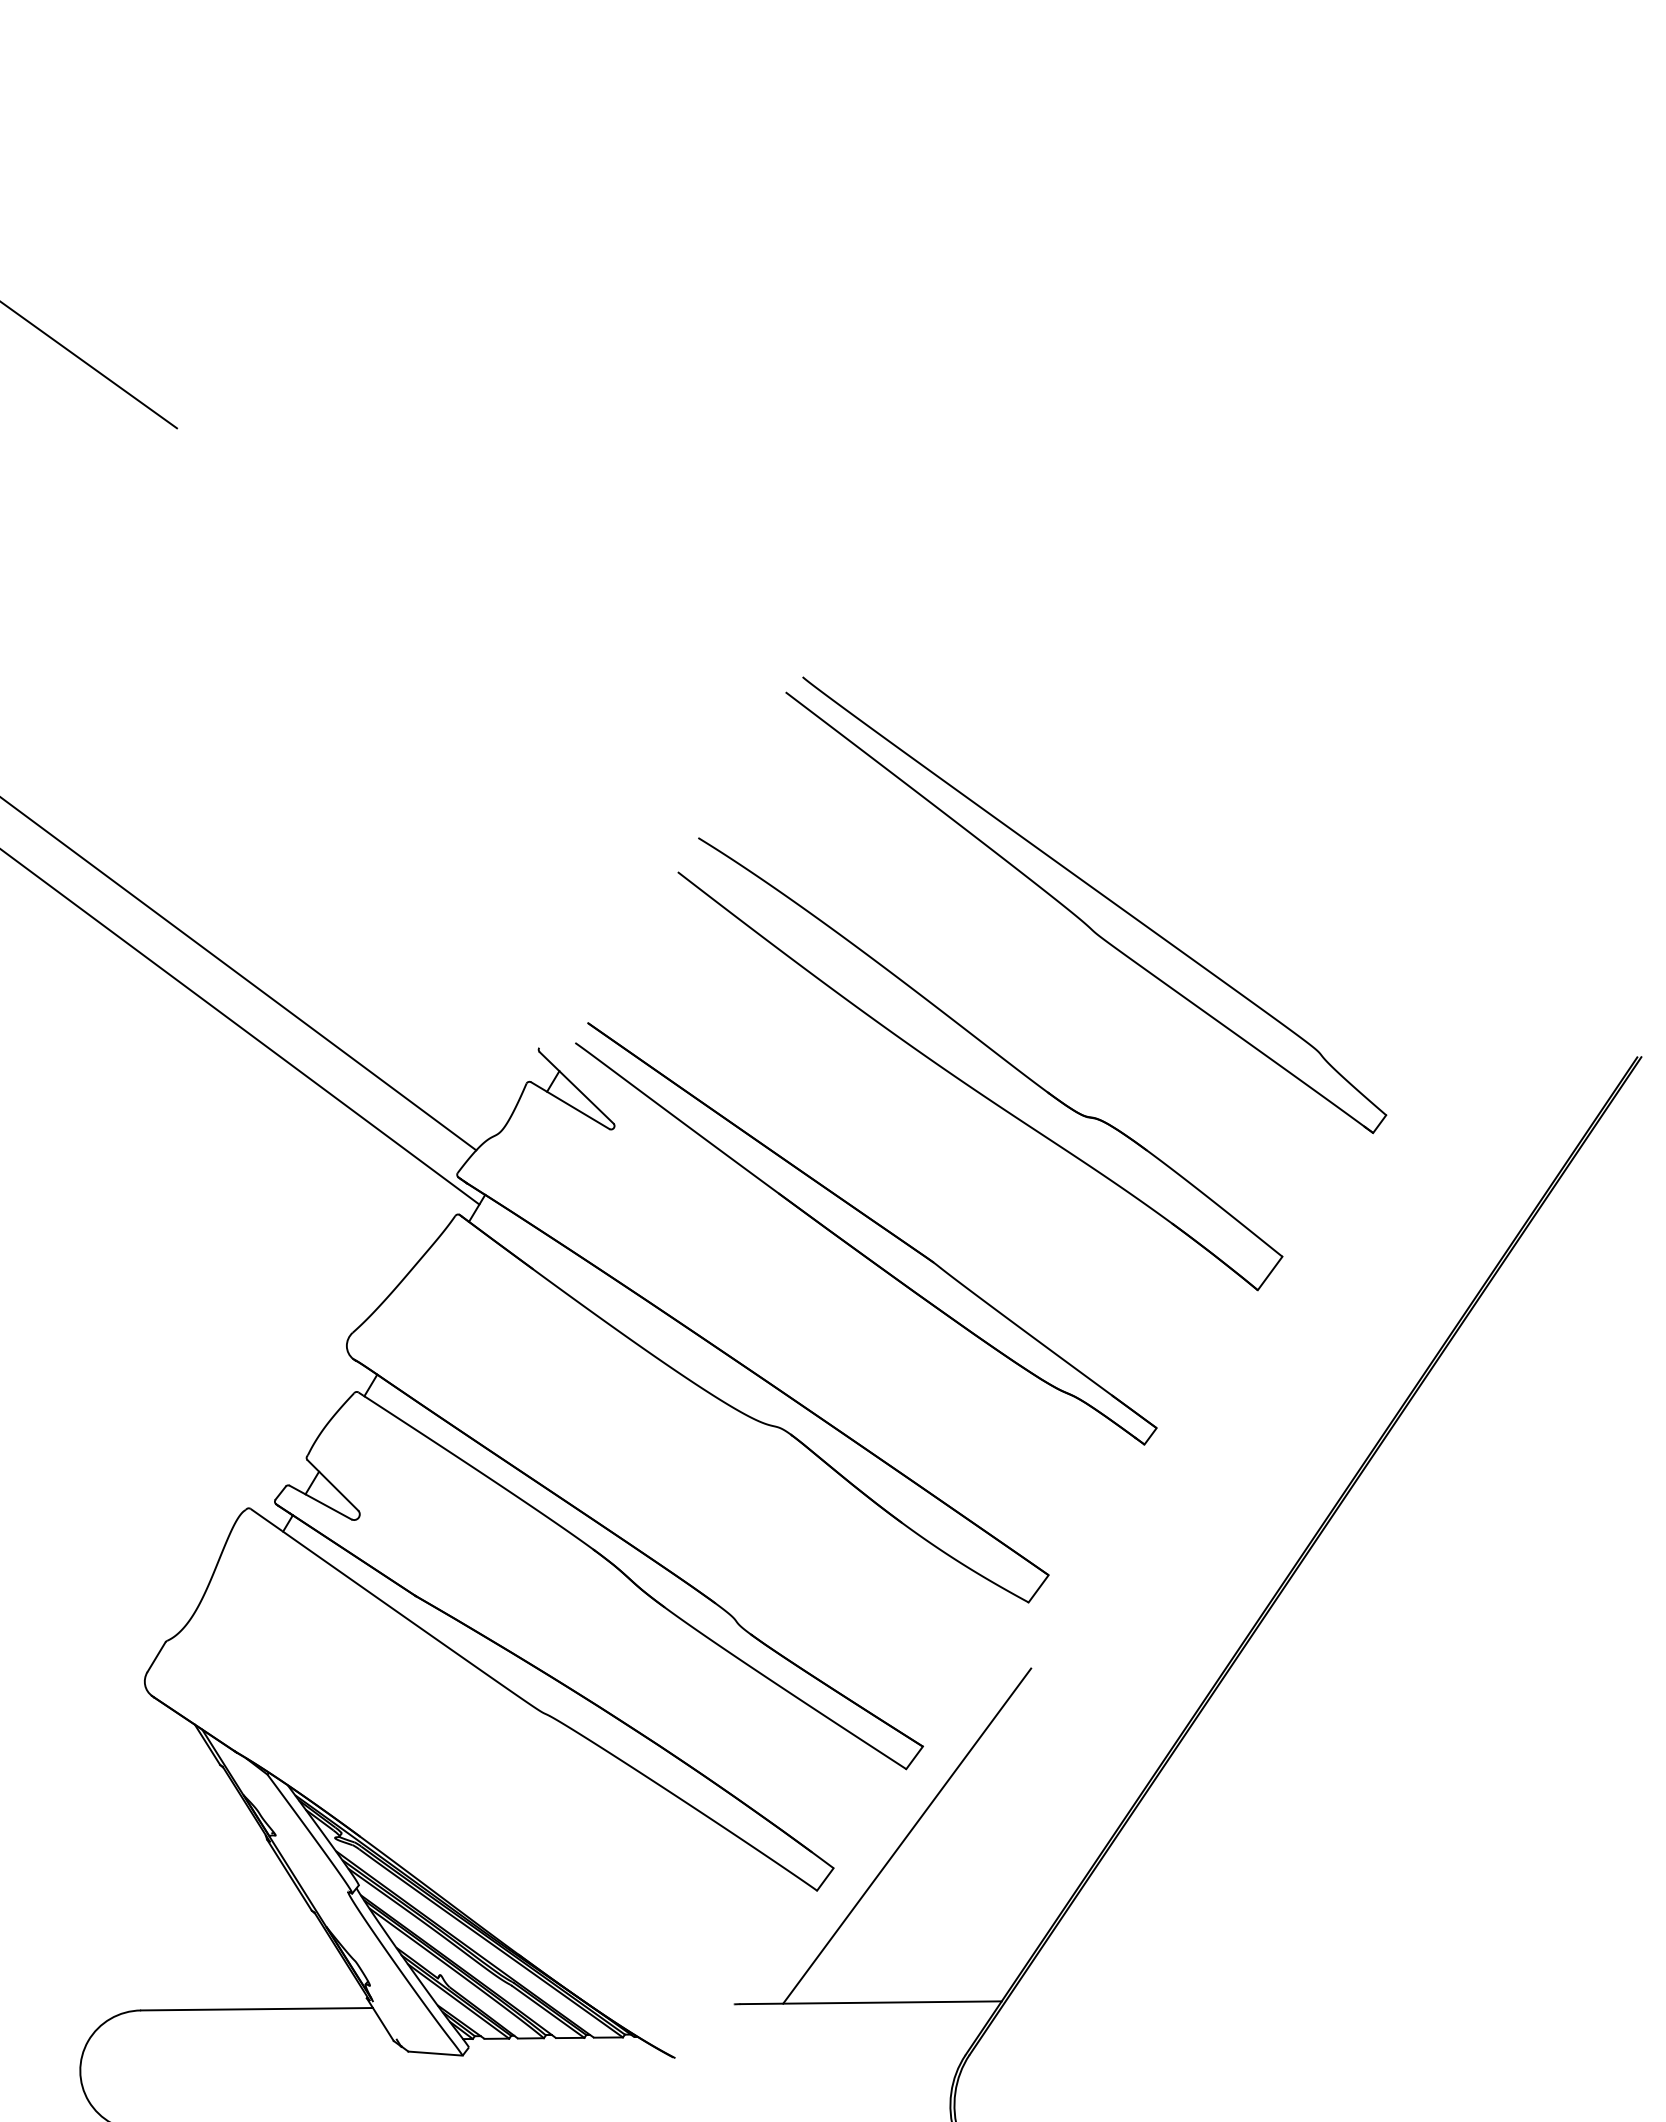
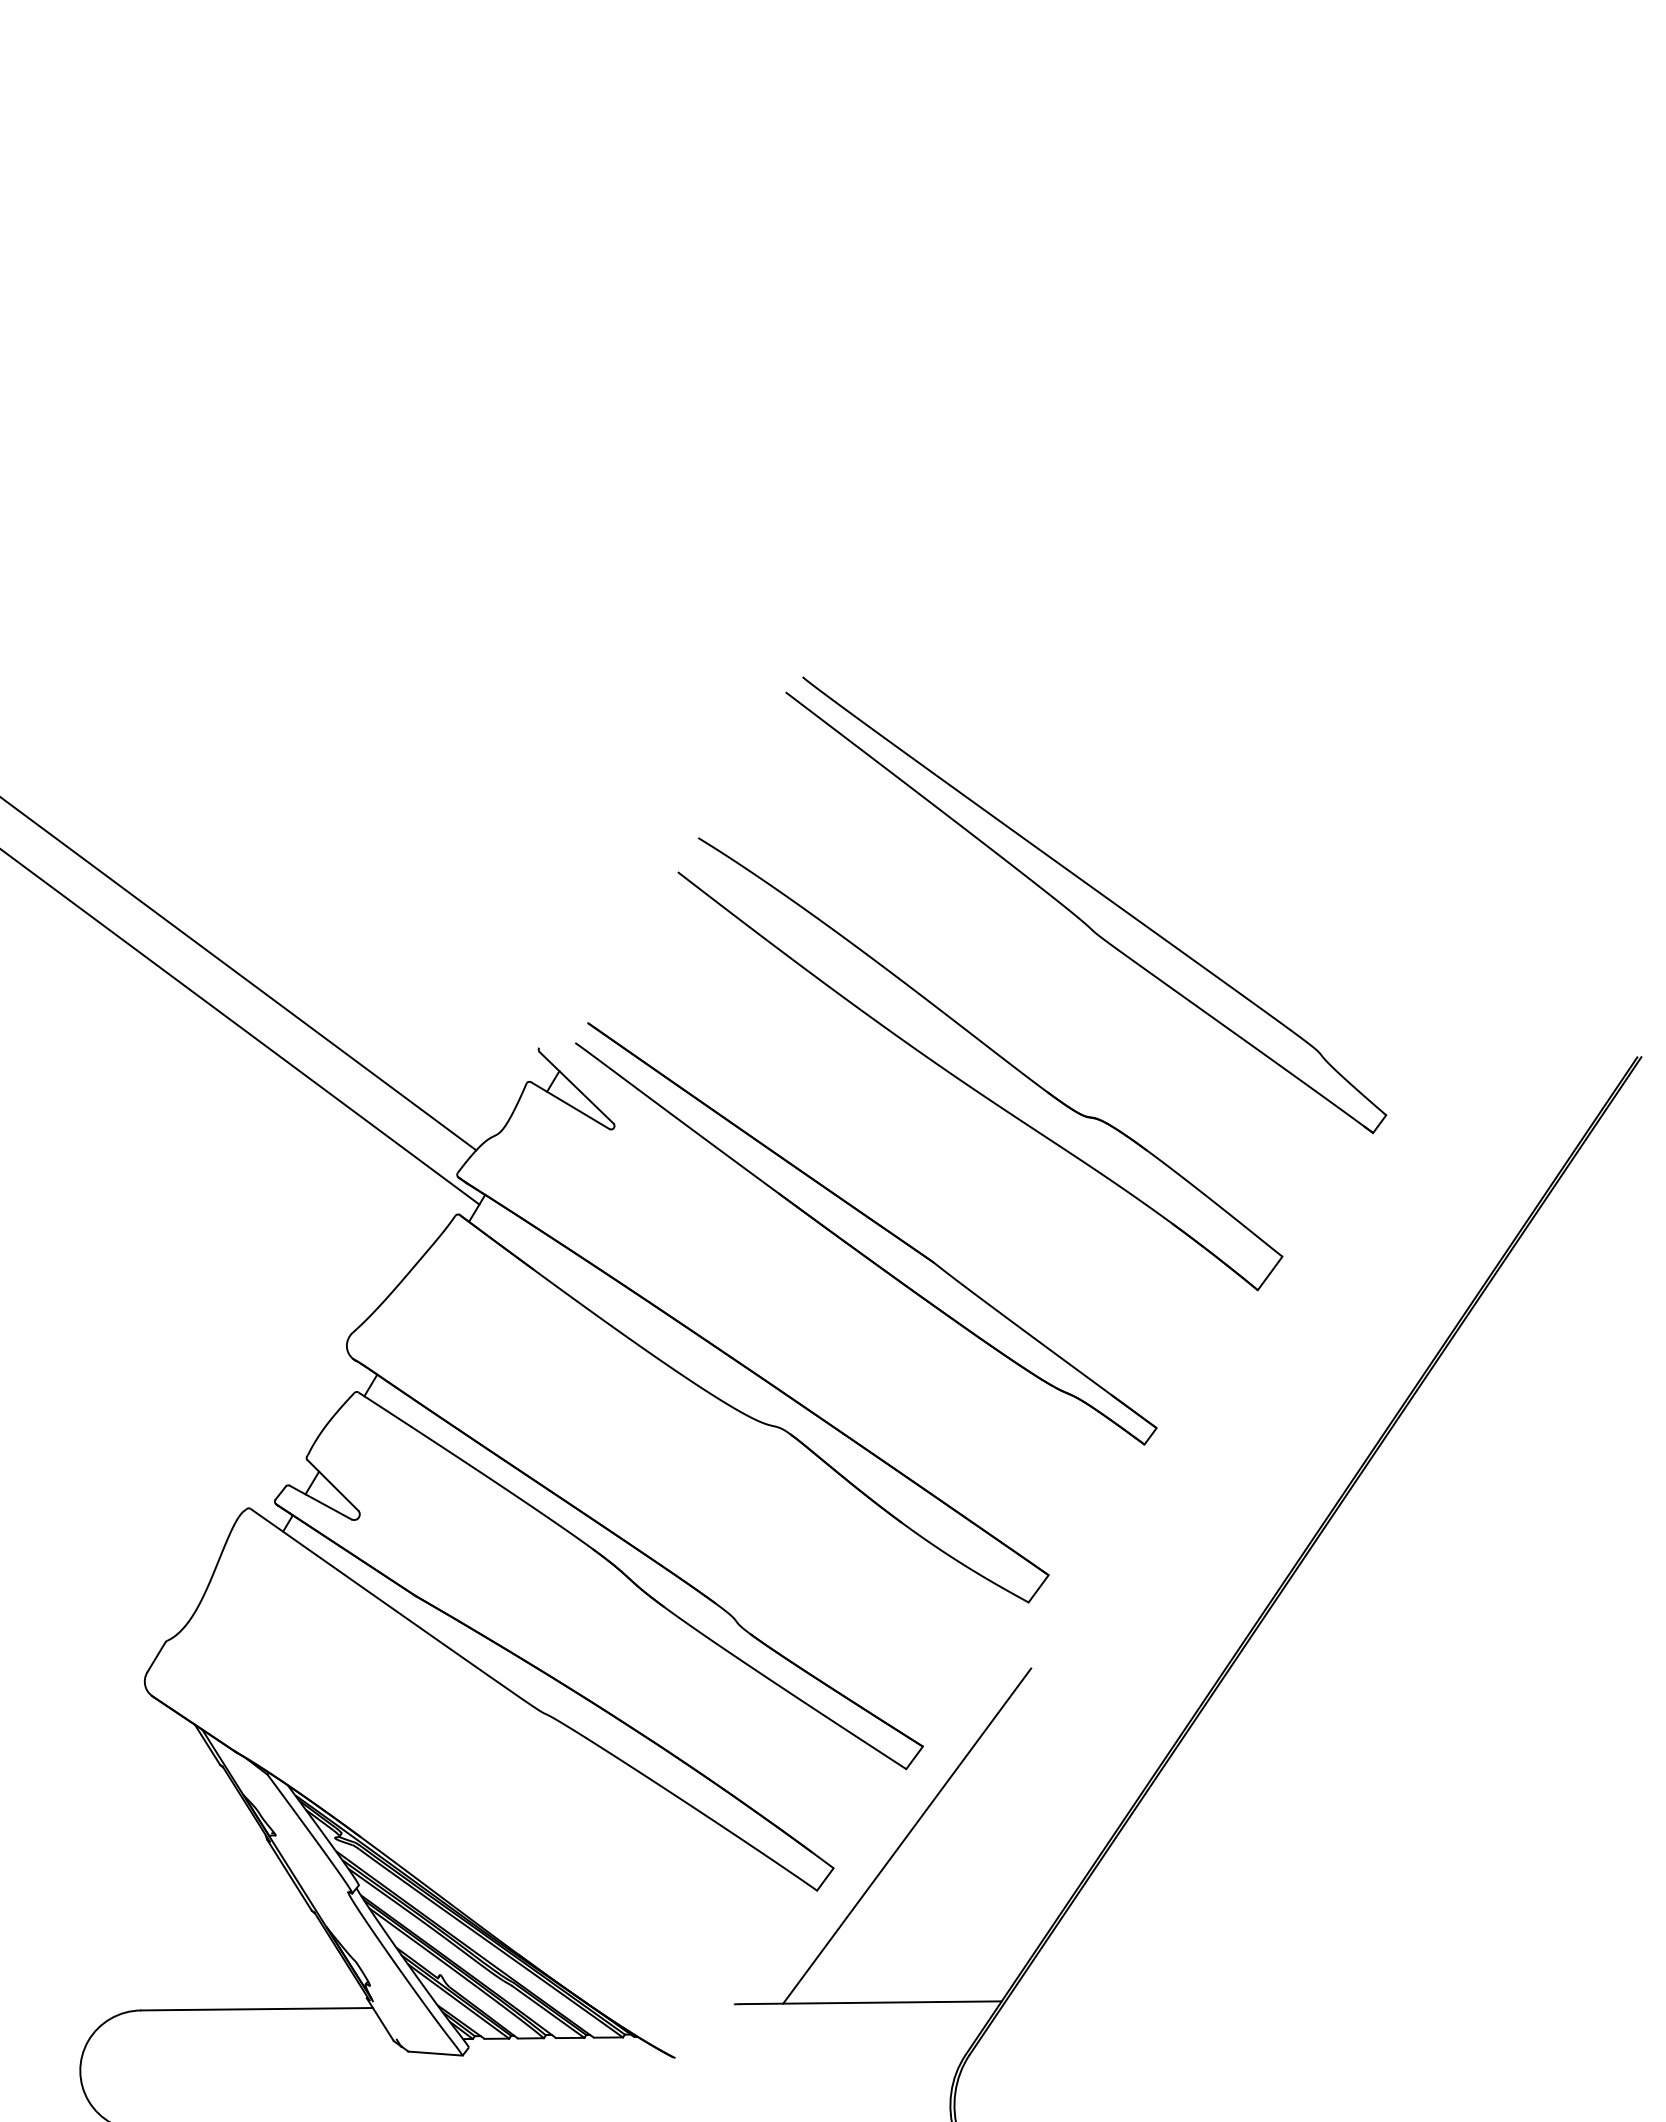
line at (89, 365): present -> none
